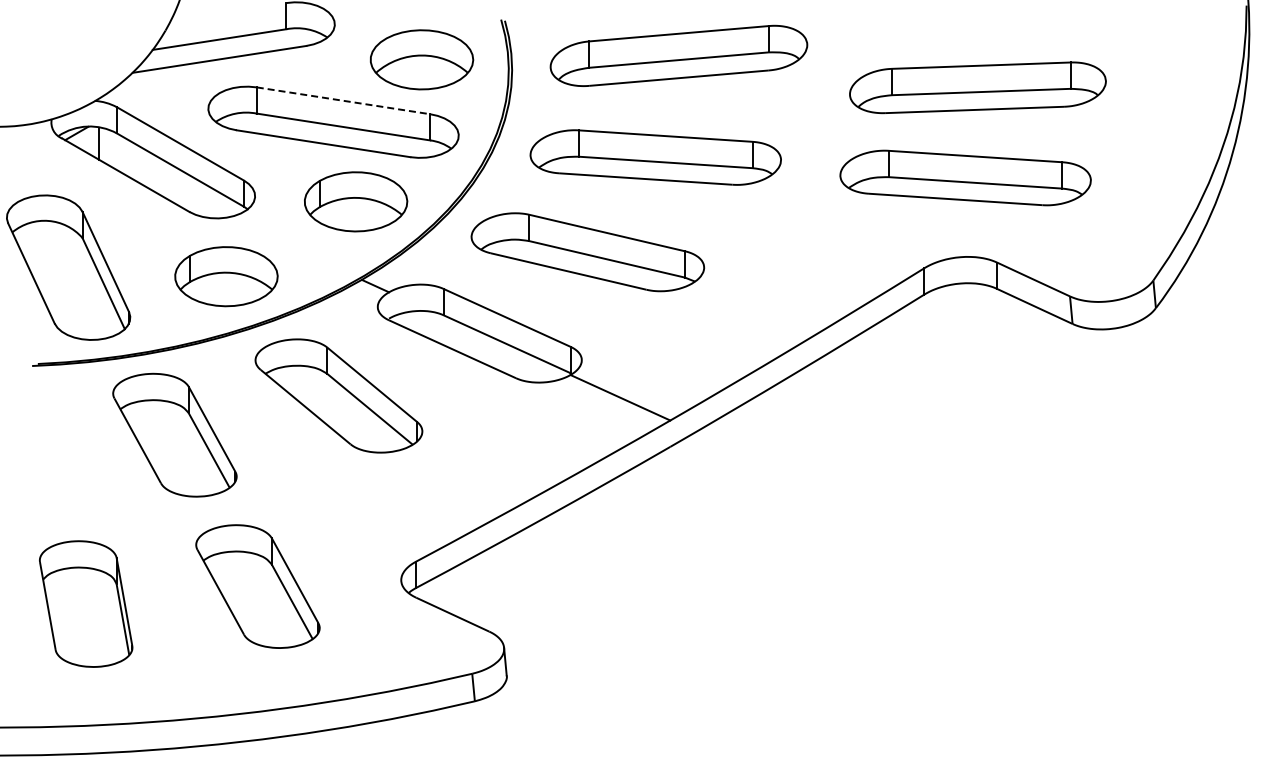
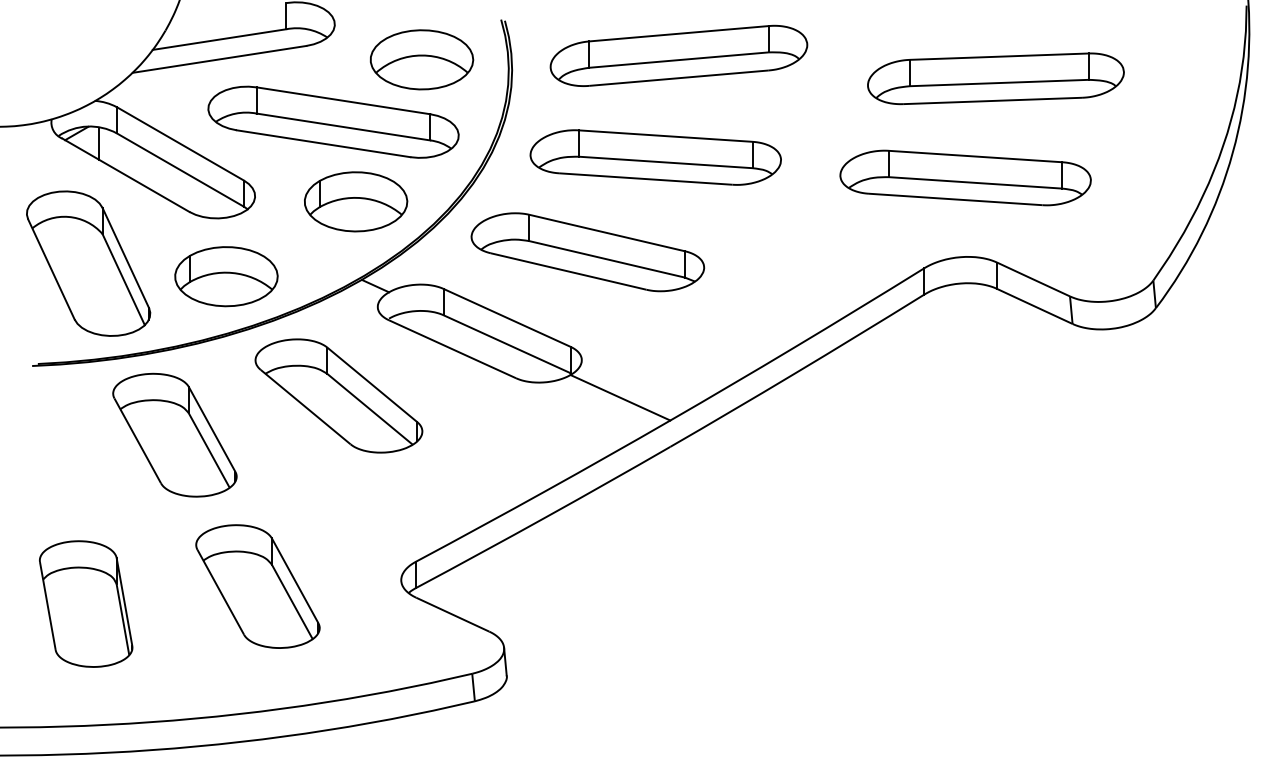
part at (977, 87) position: (977, 87) -> (995, 78)
line at (343, 100): dashed -> solid
part at (68, 267) position: (68, 267) -> (88, 263)
